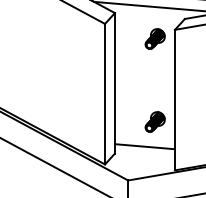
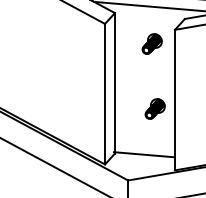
part at (154, 38) position: (154, 38) -> (151, 43)
part at (154, 121) position: (154, 121) -> (154, 108)
line at (144, 146) position: (144, 146) -> (143, 154)
